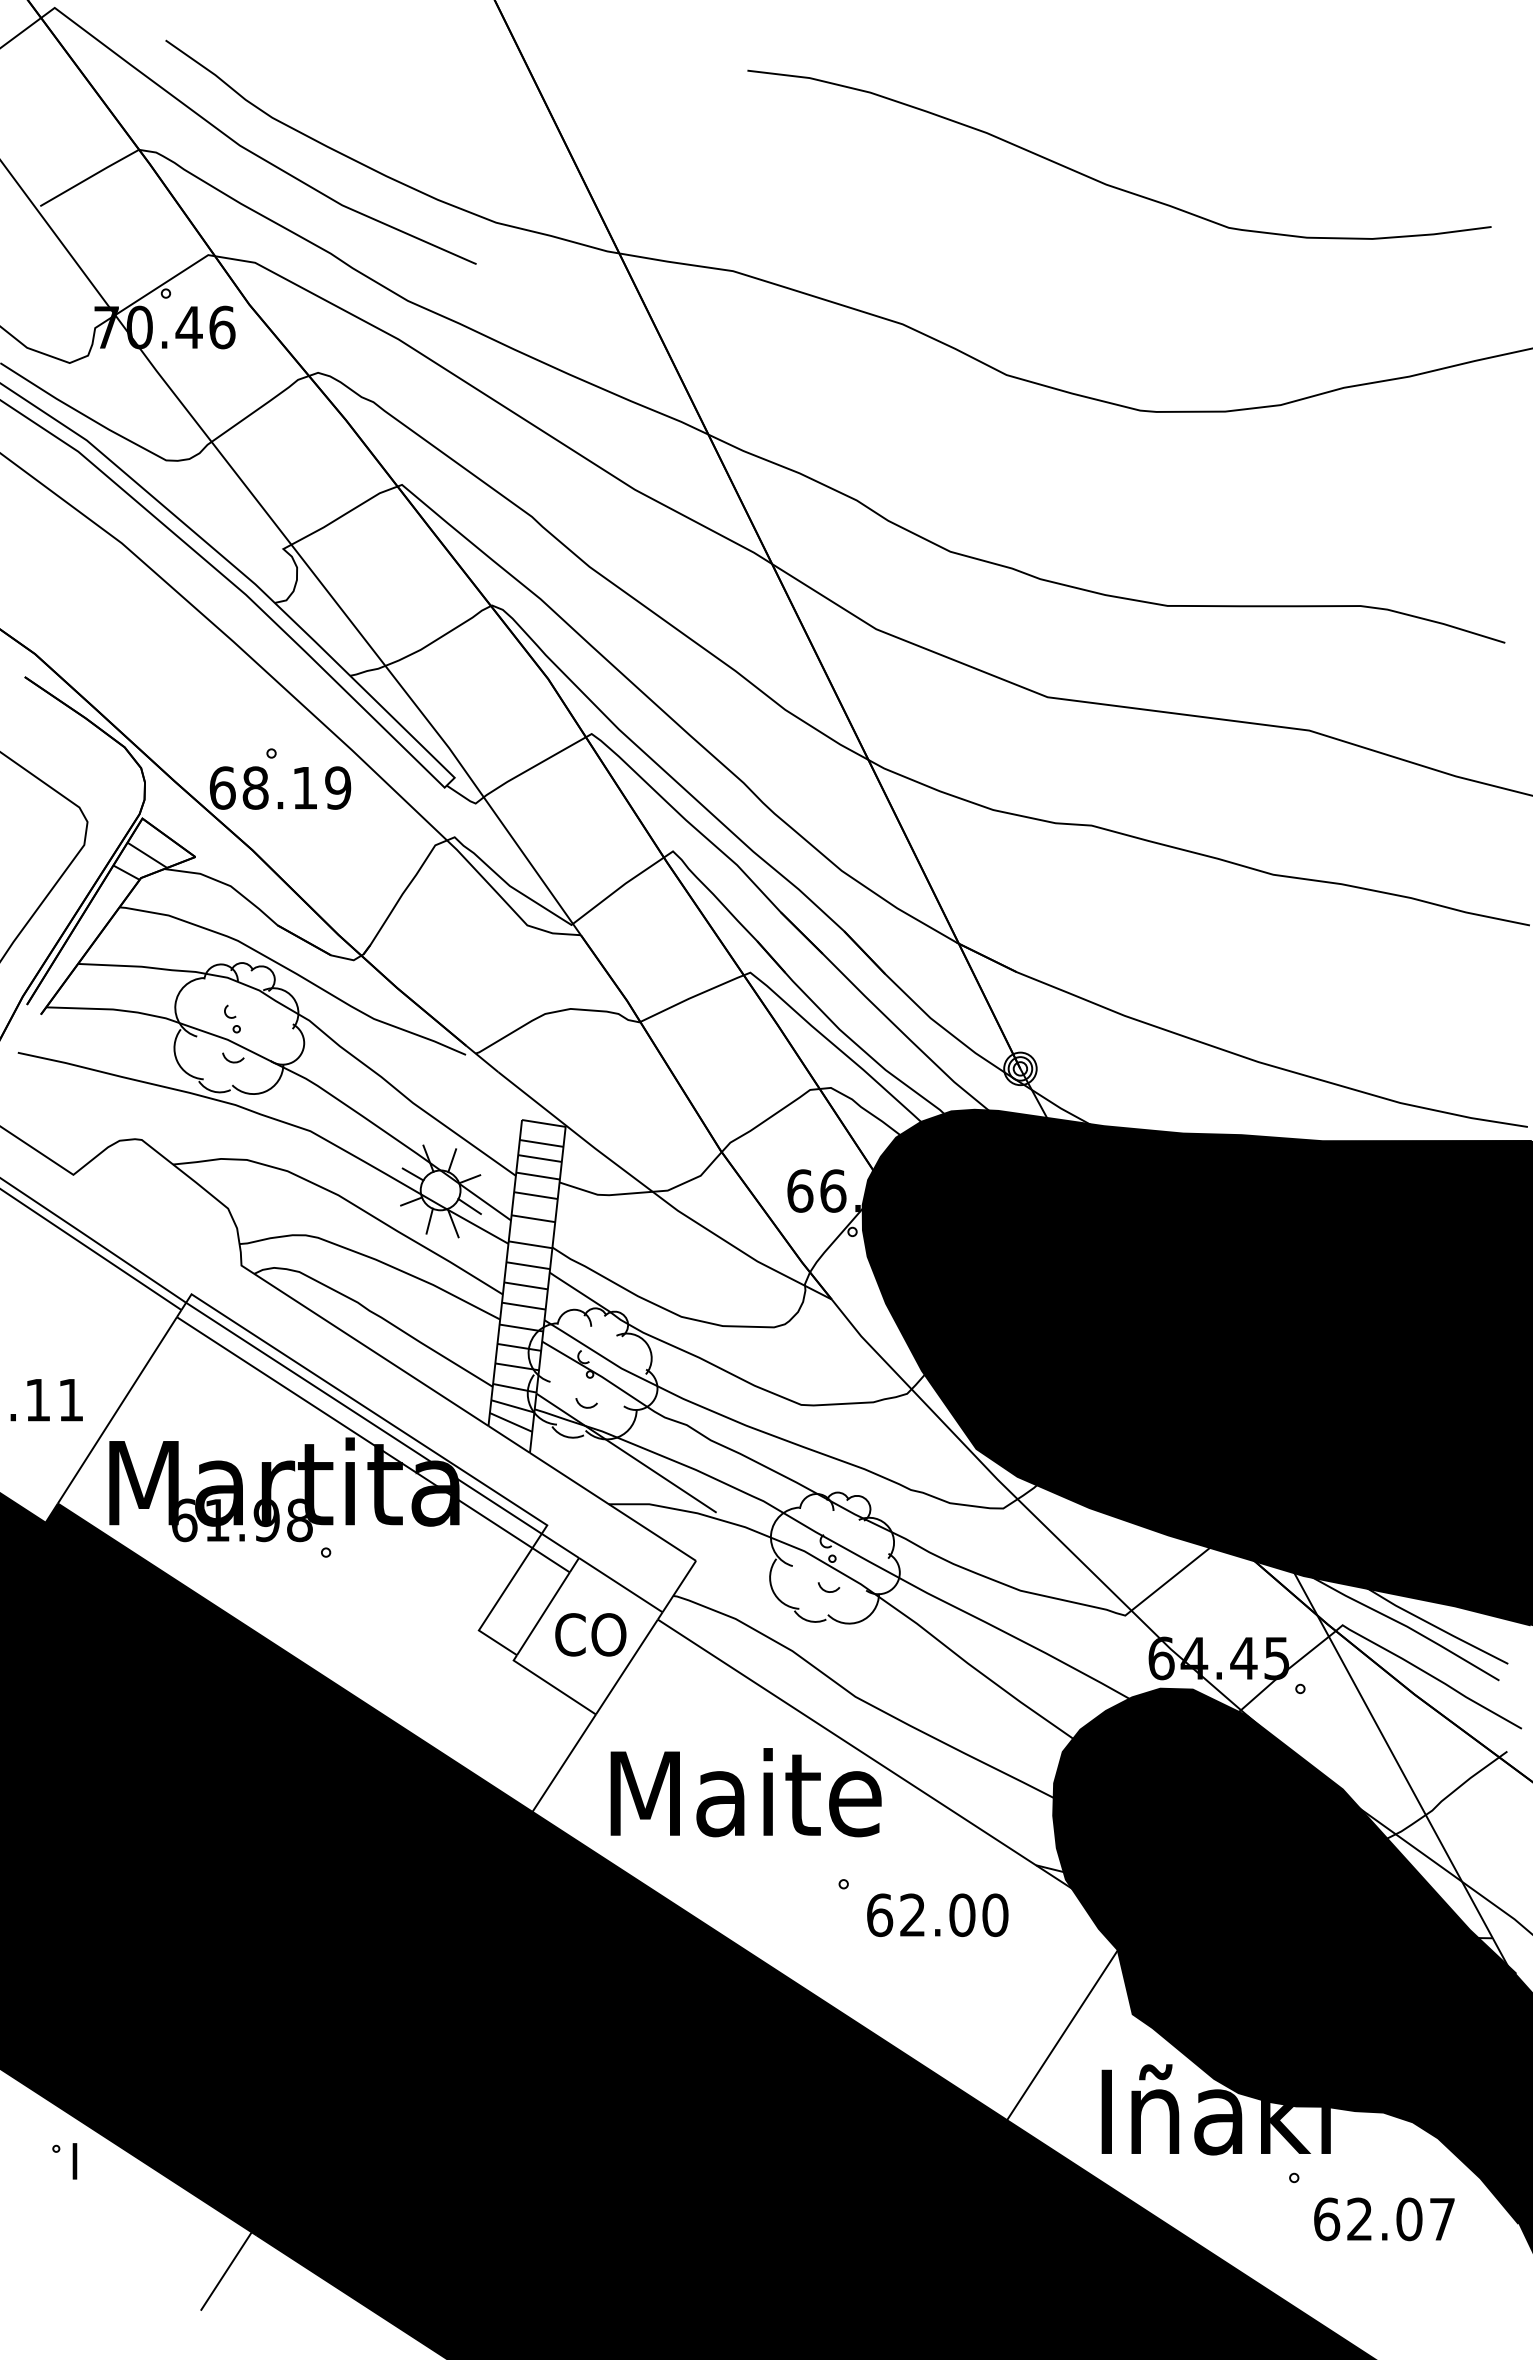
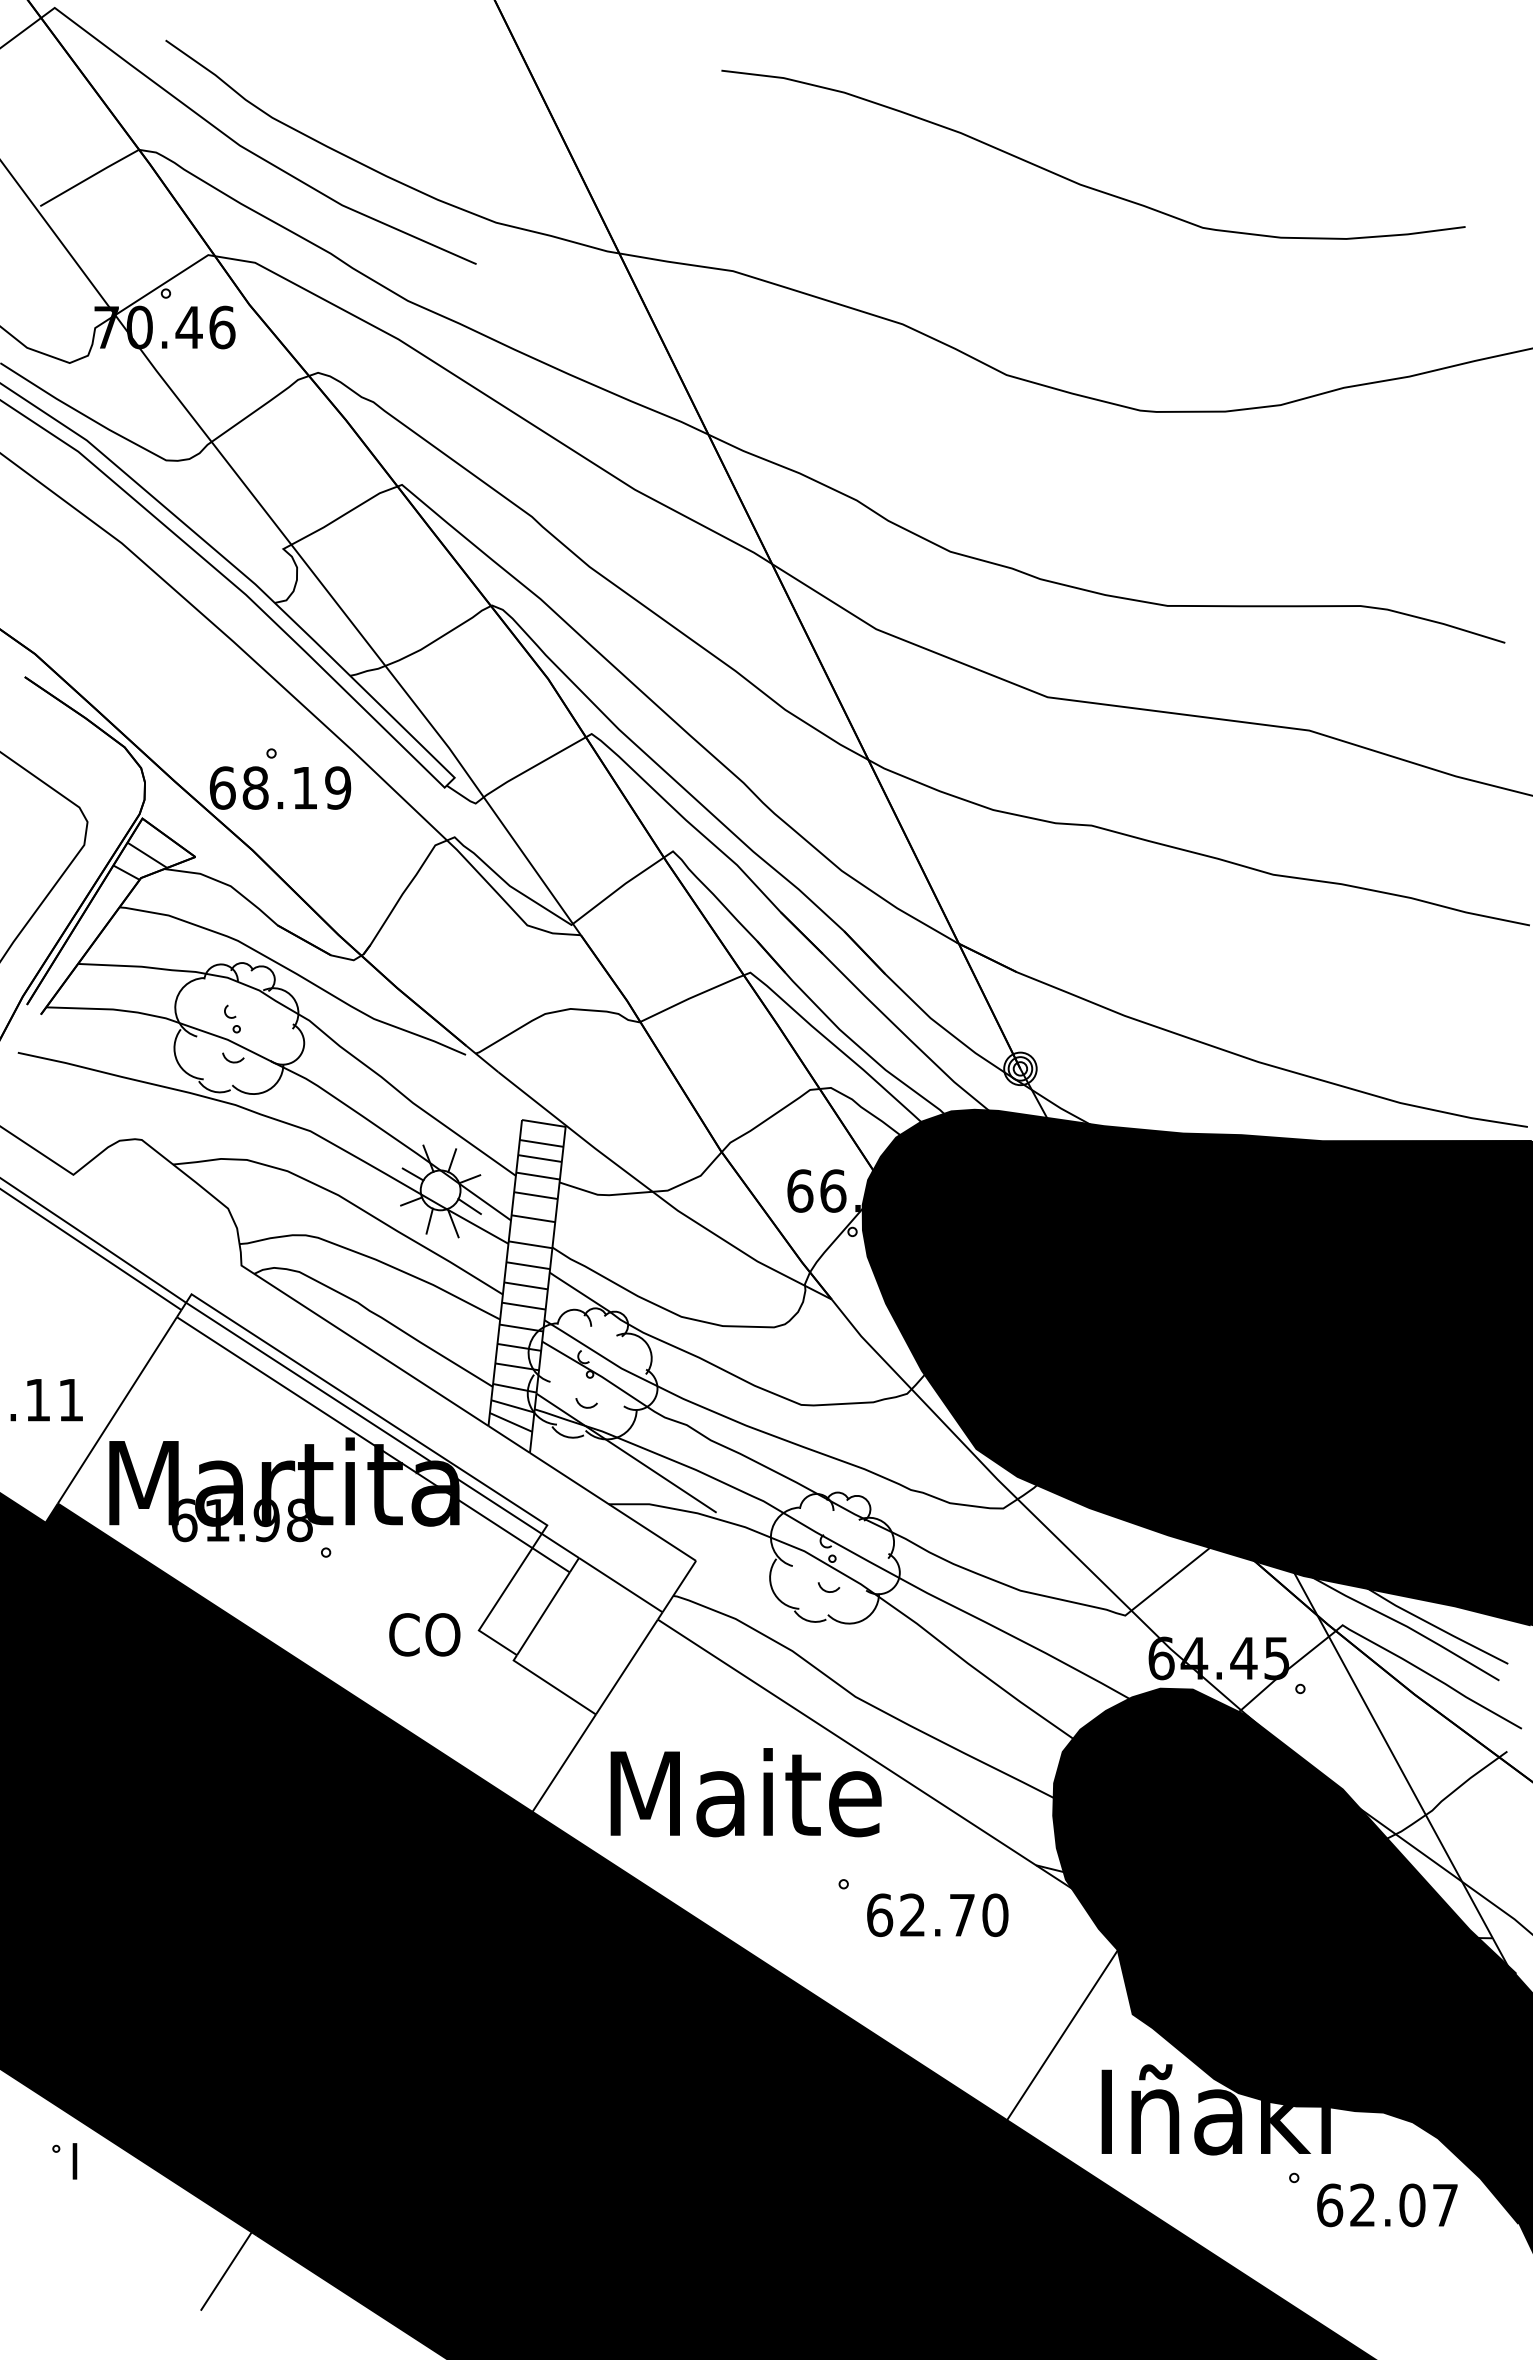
curve at (1109, 184) position: (1109, 184) -> (1083, 184)
text at (590, 1634) position: (590, 1634) -> (424, 1634)
text at (962, 1915): 62.00 -> 62.70
text at (1384, 2219) position: (1384, 2219) -> (1387, 2205)
